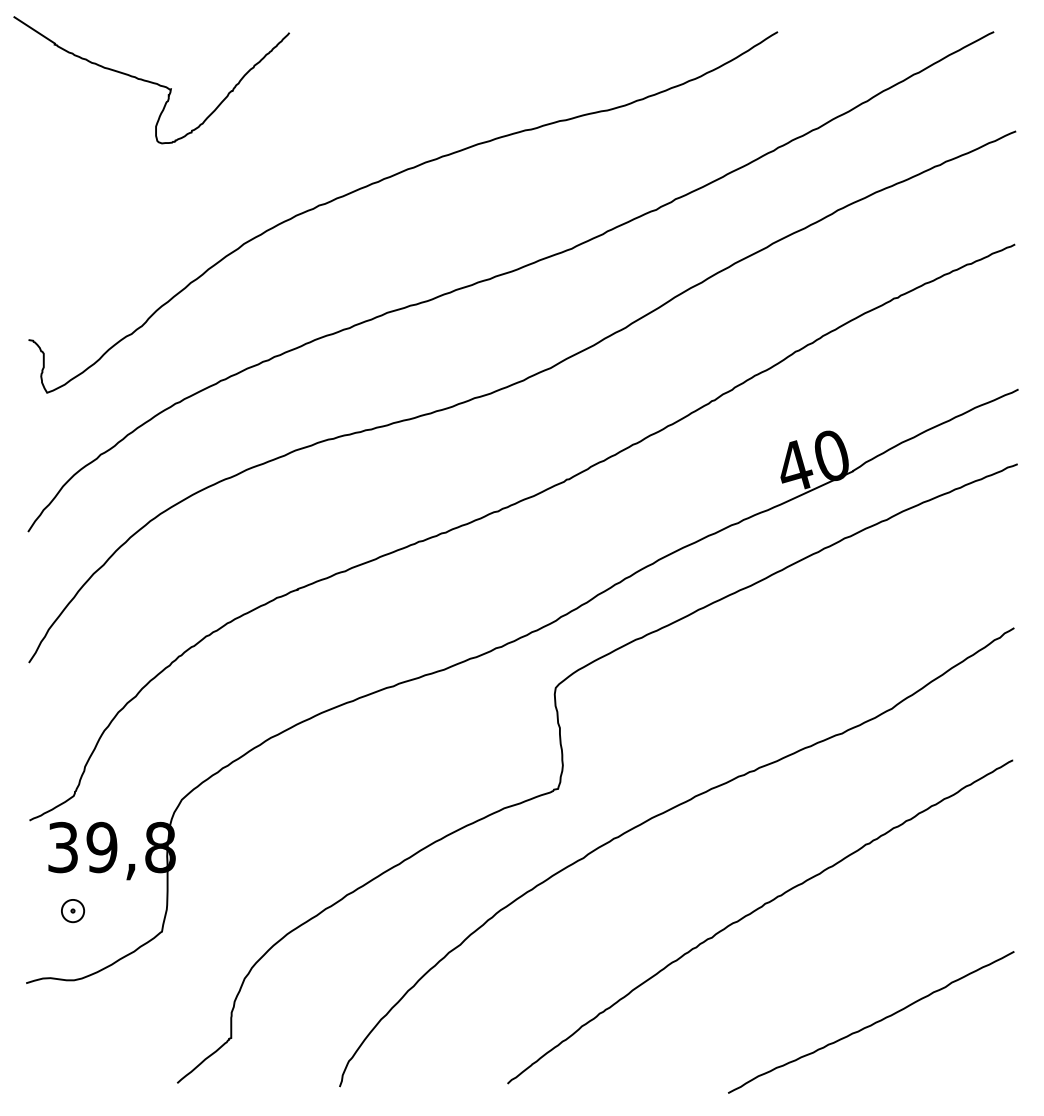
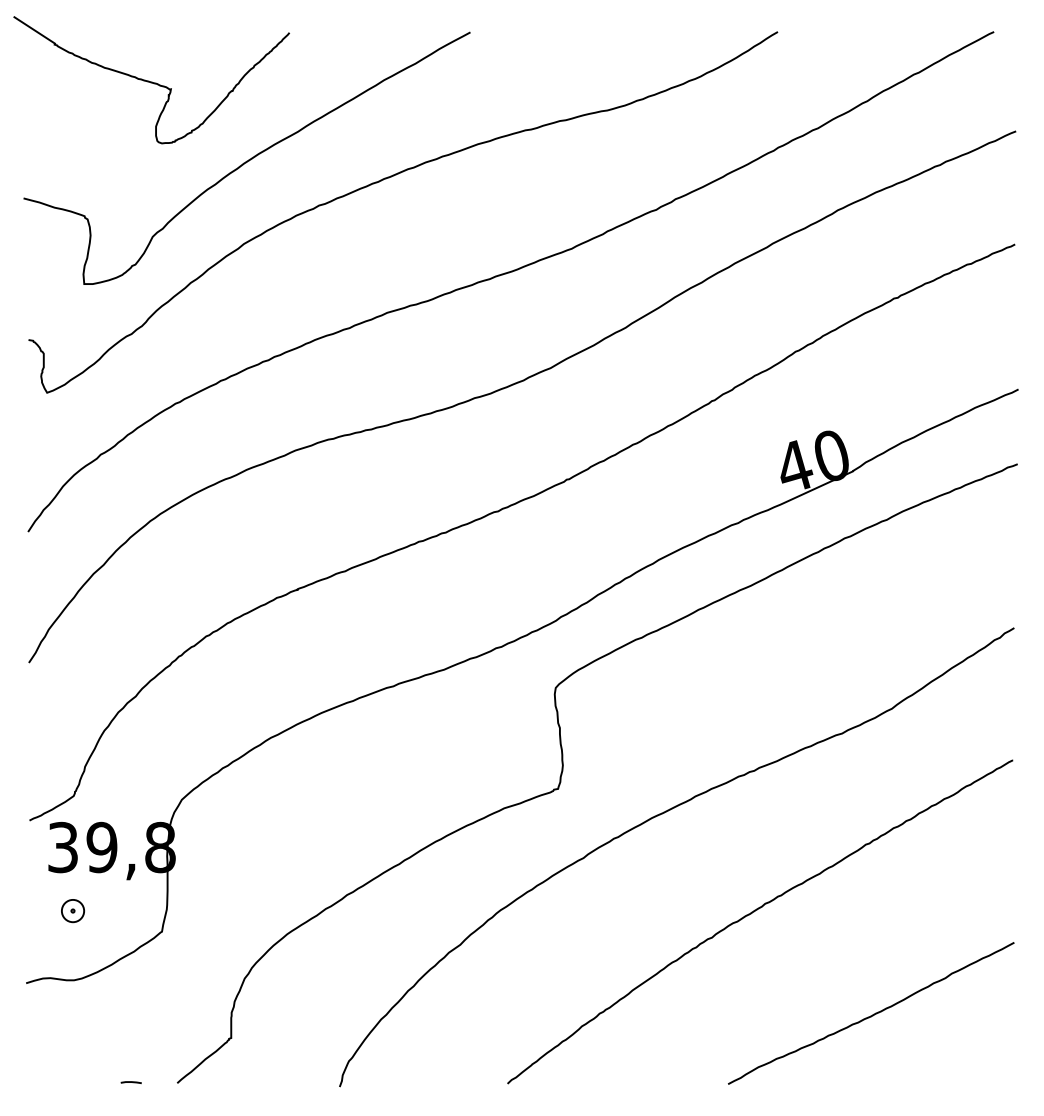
curve at (248, 159): none -> present
curve at (872, 1023) position: (872, 1023) -> (872, 1014)
line at (130, 1082): none -> present
